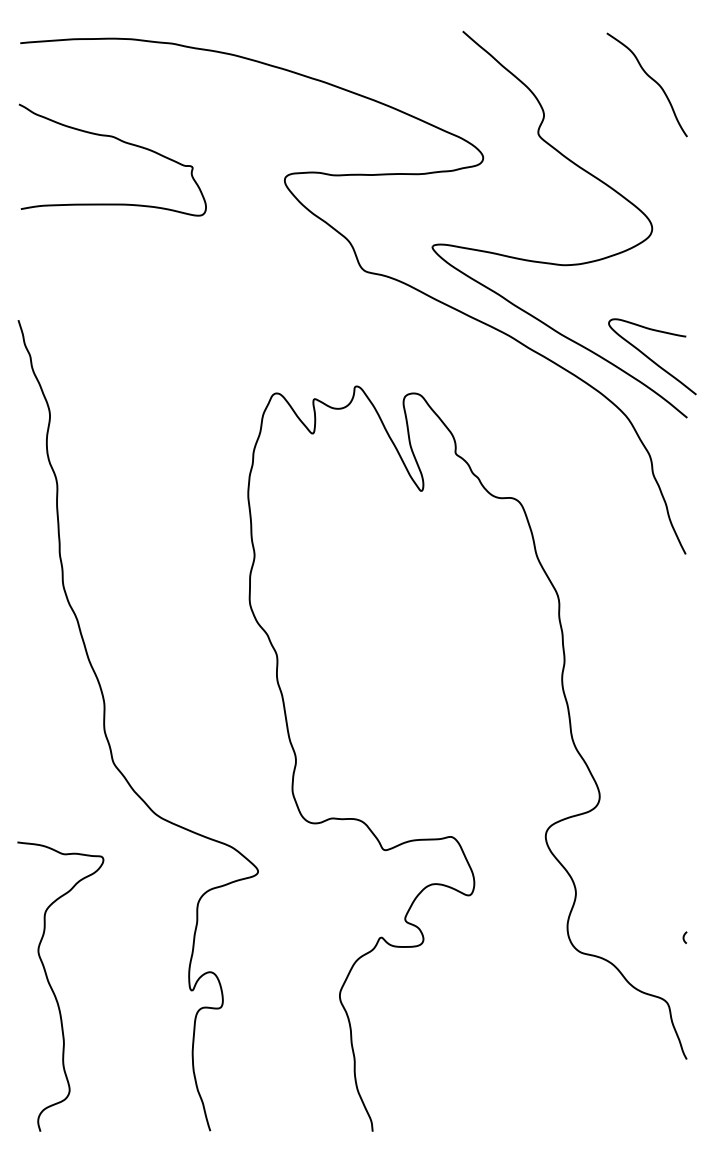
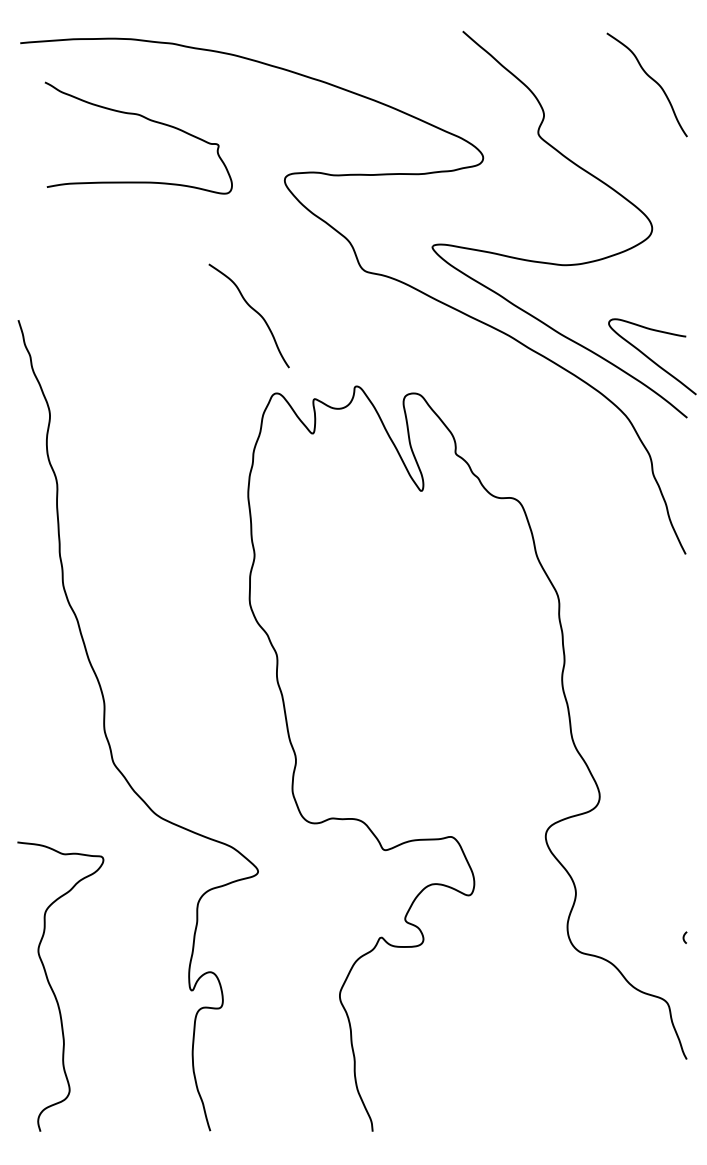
curve at (120, 141) position: (120, 141) -> (146, 119)
curve at (253, 310): none -> present
